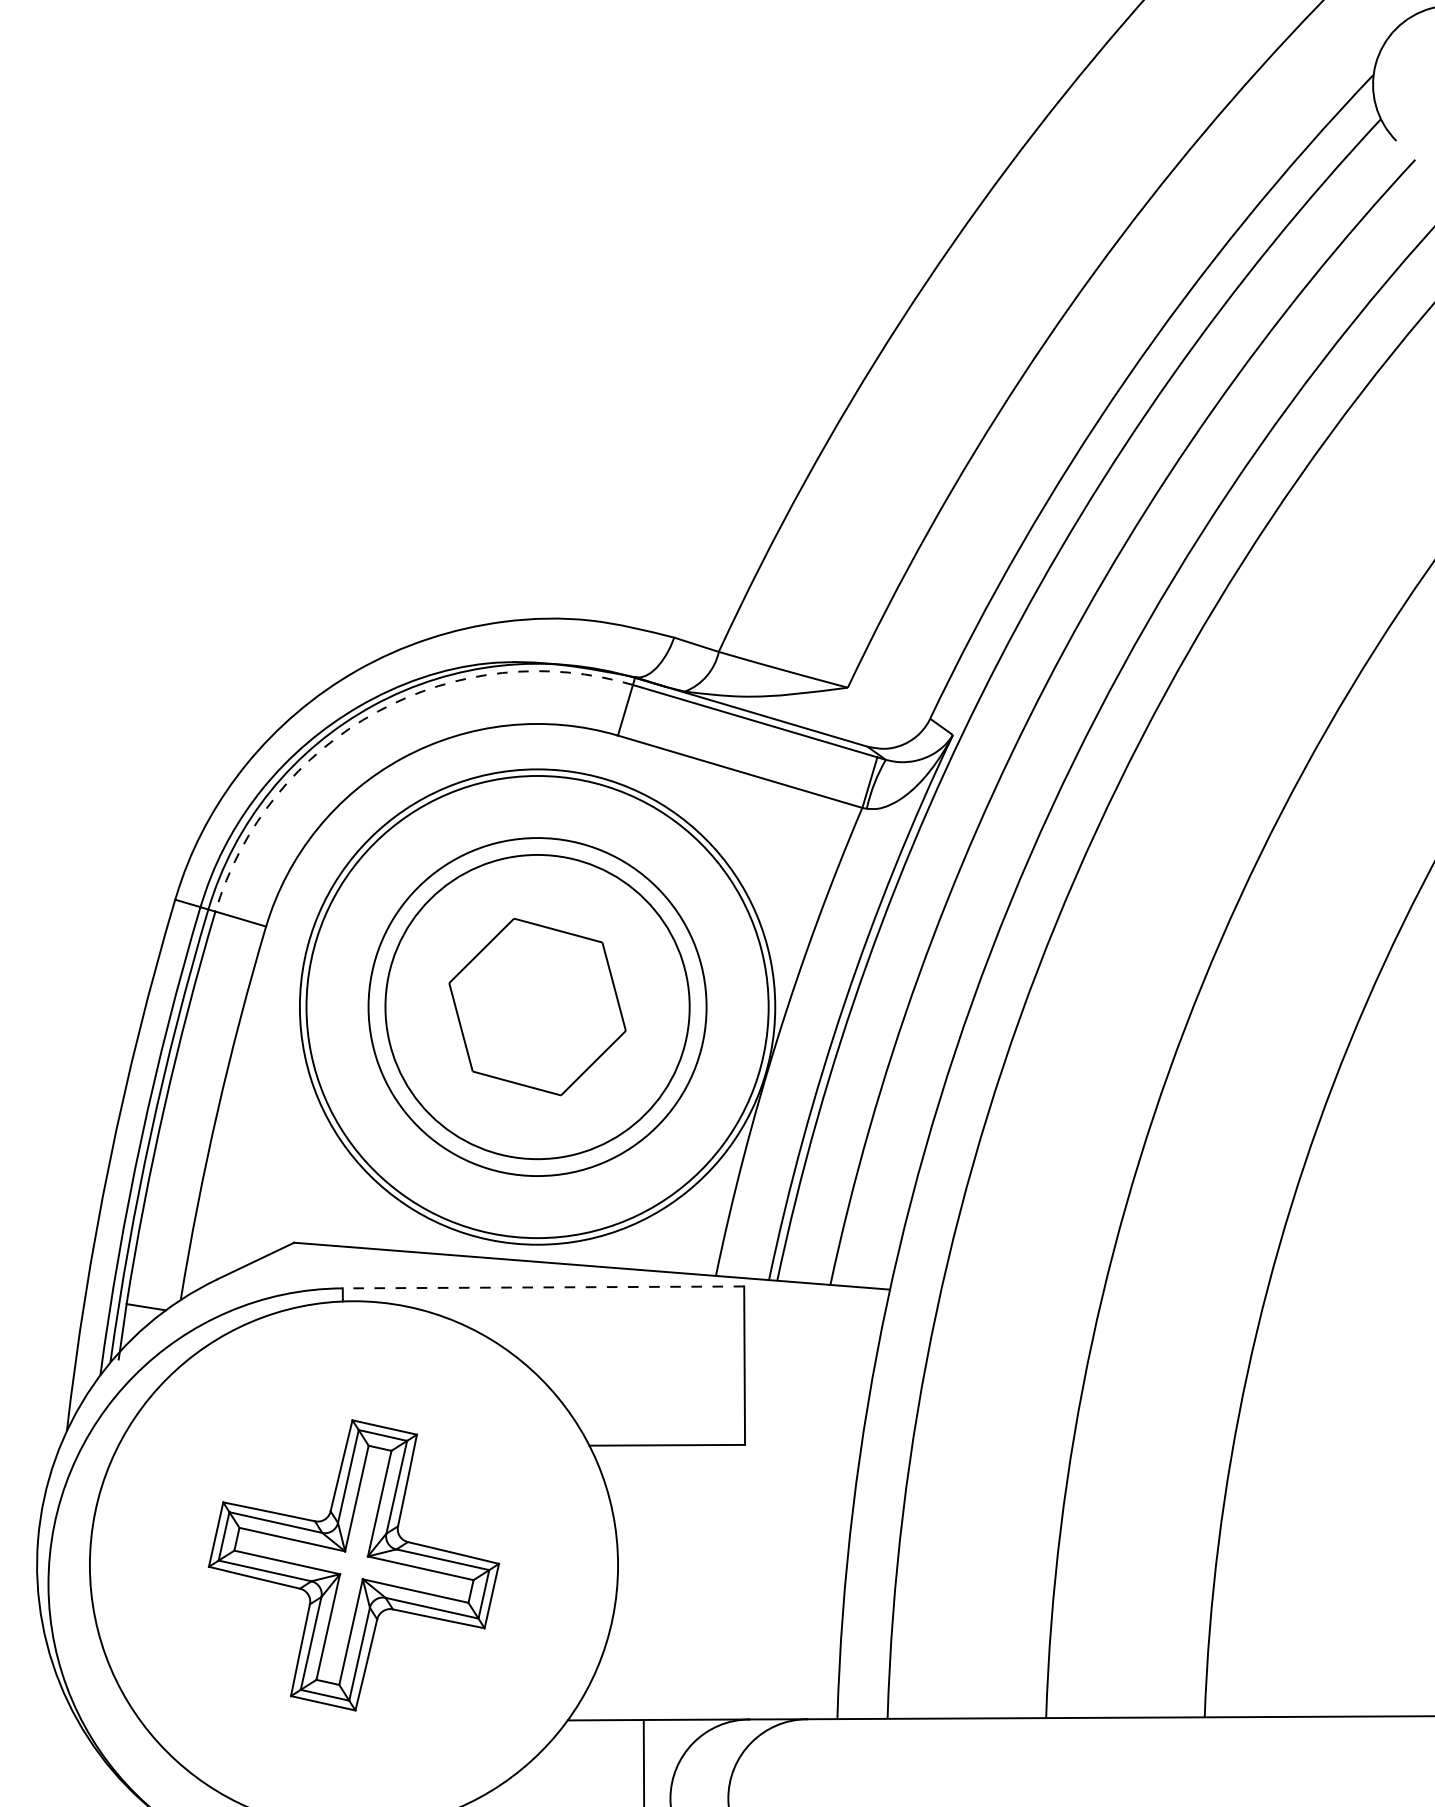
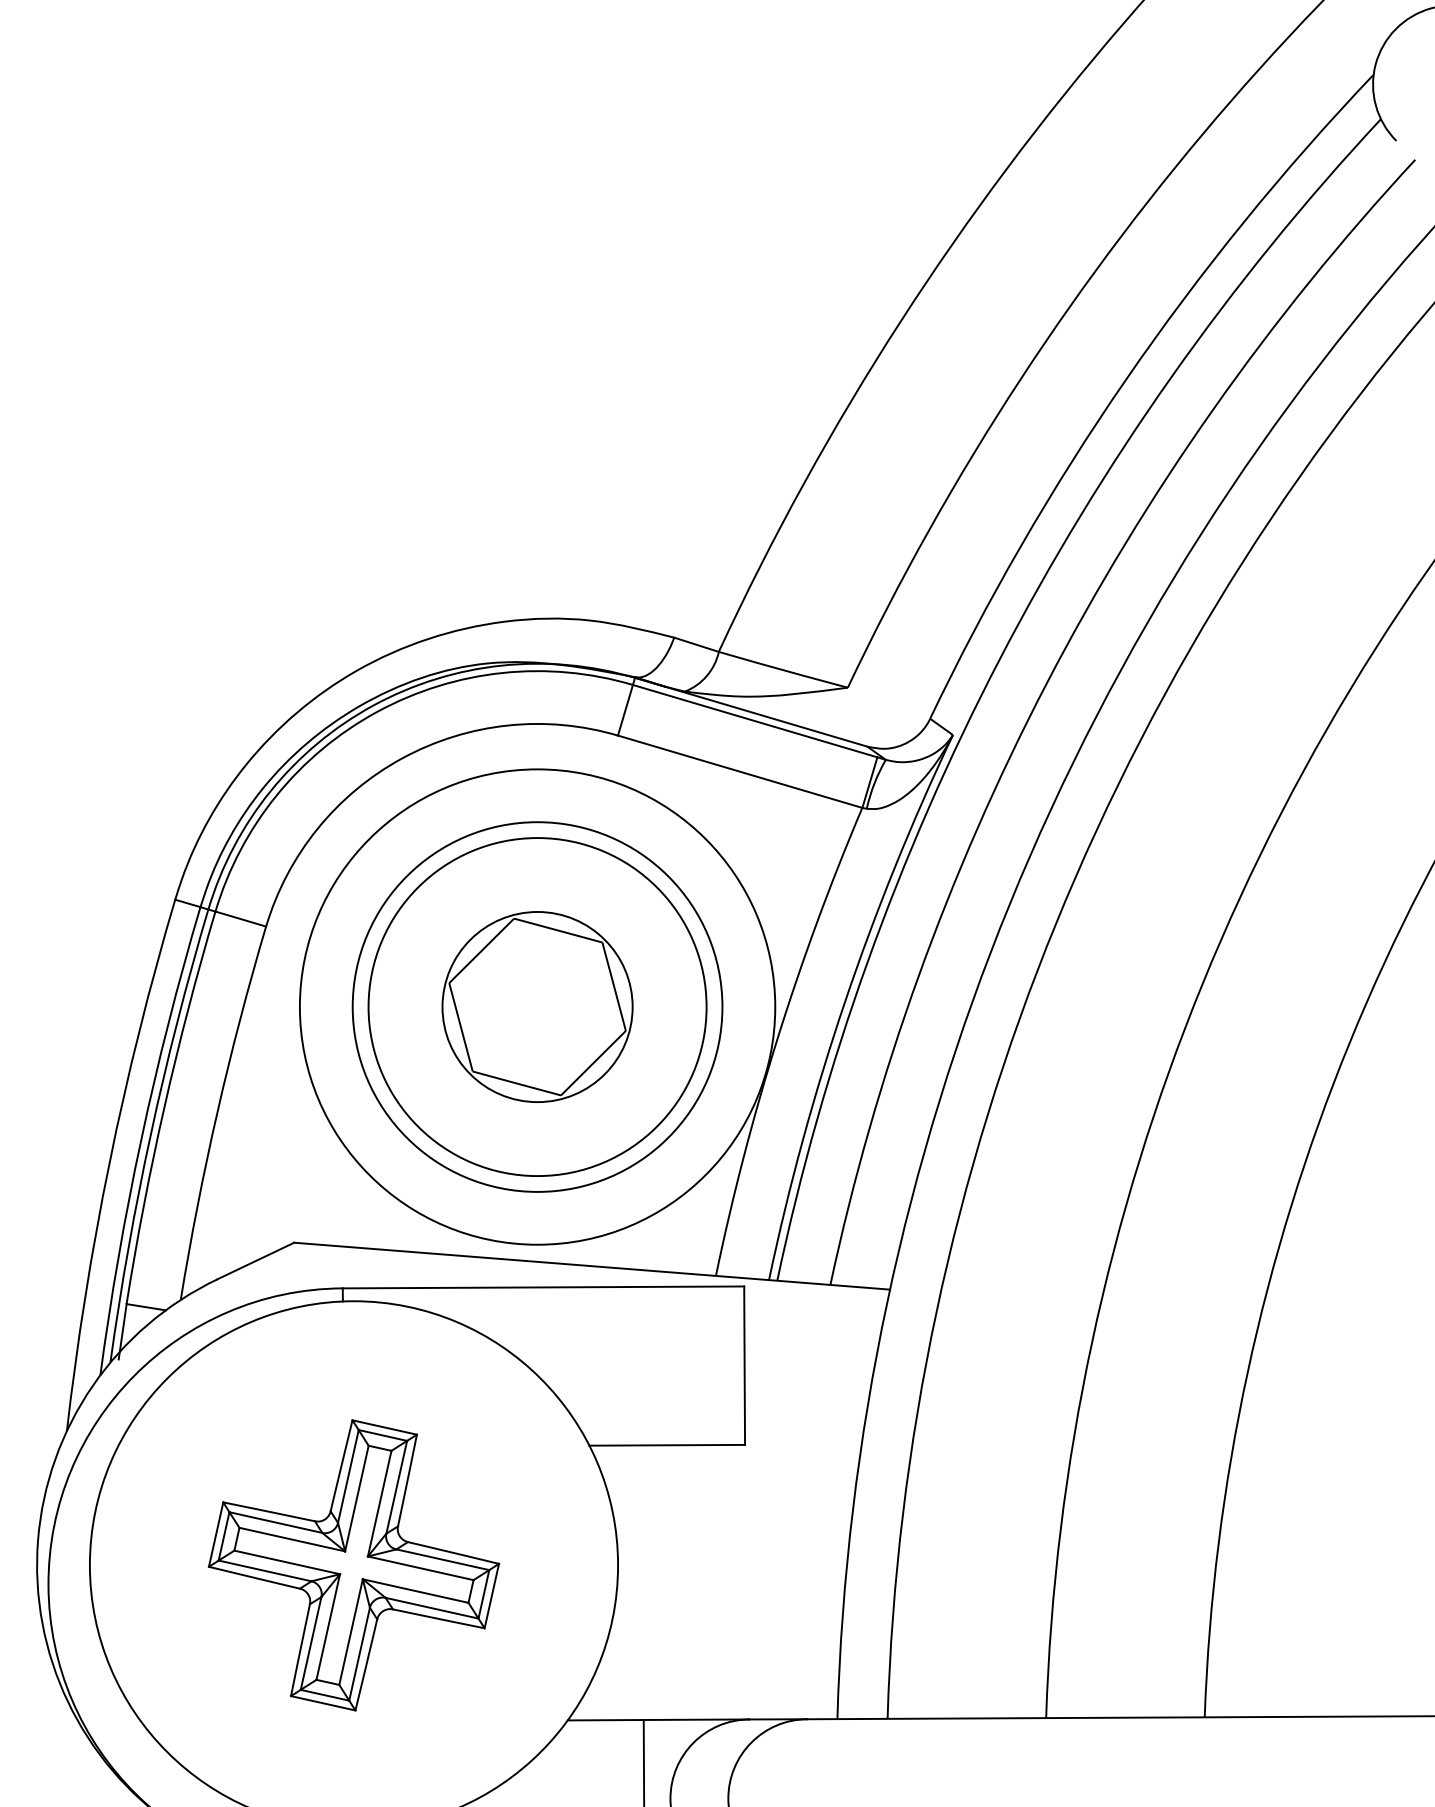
arc at (377, 711): dashed -> solid
circle at (537, 1006) diameter: 304 px -> 190 px
circle at (537, 1006) diameter: 462 px -> 370 px
line at (543, 1287): dashed -> solid
